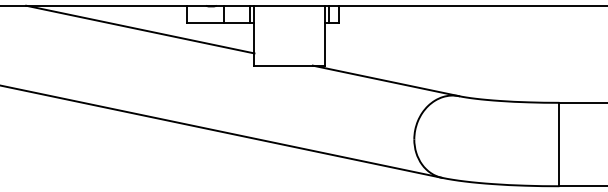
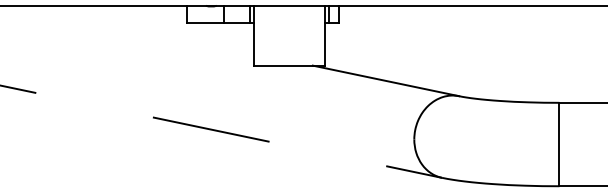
line at (140, 29): present -> none
line at (221, 131): solid -> dashed
